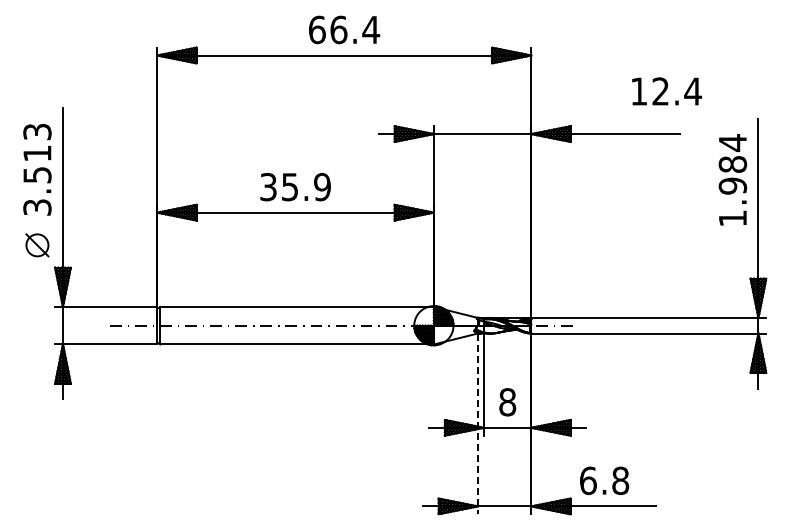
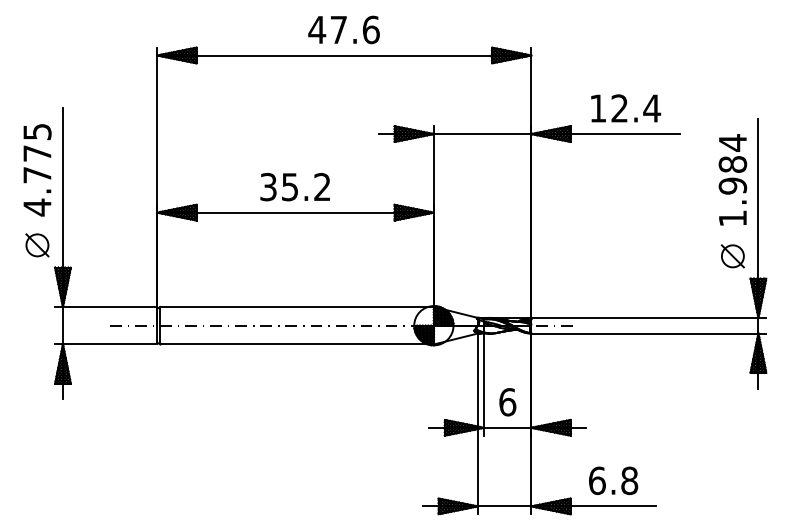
text at (344, 29): 66.4 -> 47.6
text at (667, 91) position: (667, 91) -> (626, 108)
text at (37, 170): 3.513 -> 4.775
text at (322, 187): 35.9 -> 35.2
part at (732, 256): none -> present
text at (507, 402): 8 -> 6
line at (477, 424): dashed -> solid
text at (604, 480) position: (604, 480) -> (613, 480)
